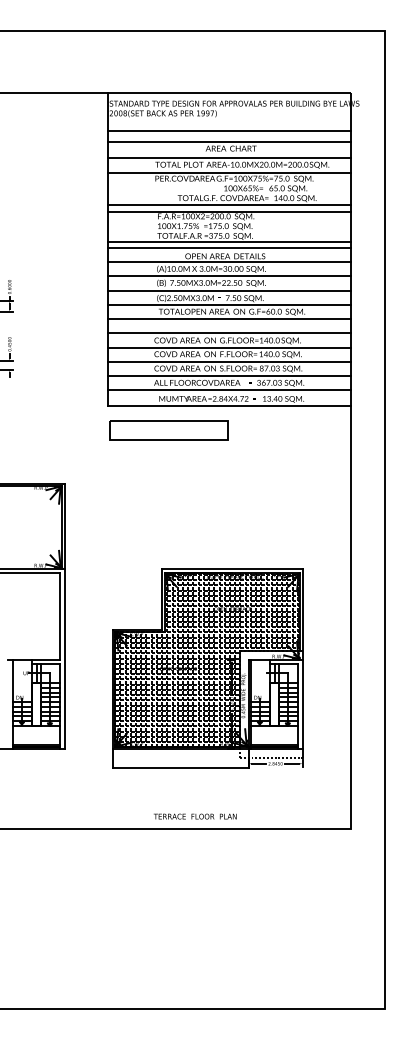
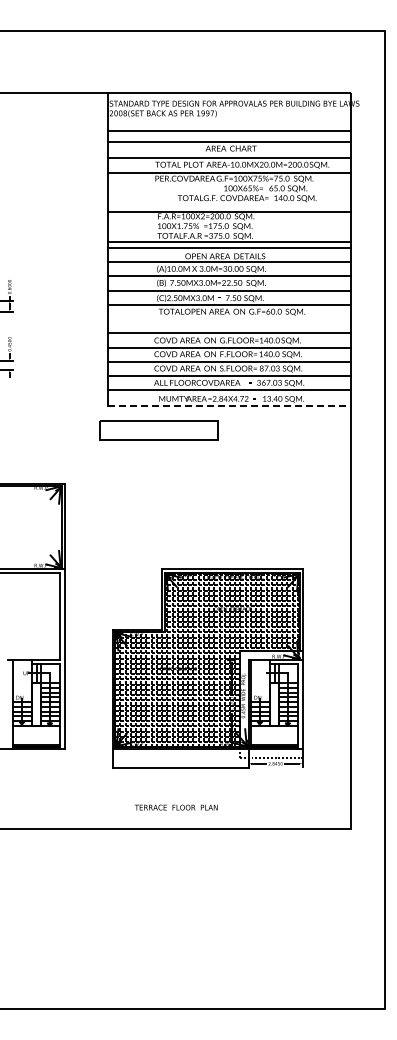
line at (229, 204): present -> none
line at (229, 319): present -> none
line at (230, 406): solid -> dashed
part at (168, 430) position: (168, 430) -> (158, 430)
text at (194, 816) position: (194, 816) -> (175, 807)
